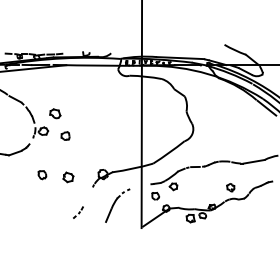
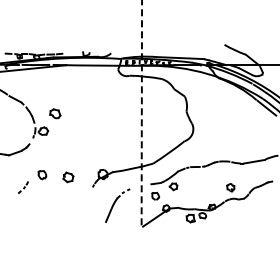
line at (141, 114): solid -> dashed
part at (65, 135): present -> none
part at (78, 212) position: (78, 212) -> (23, 187)
